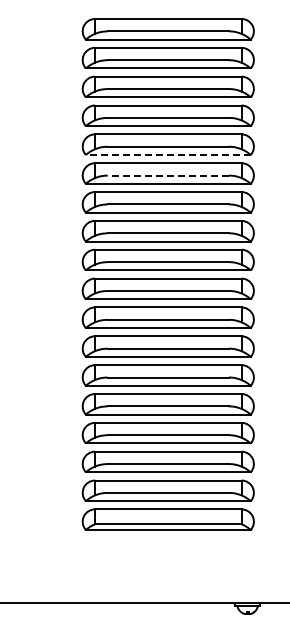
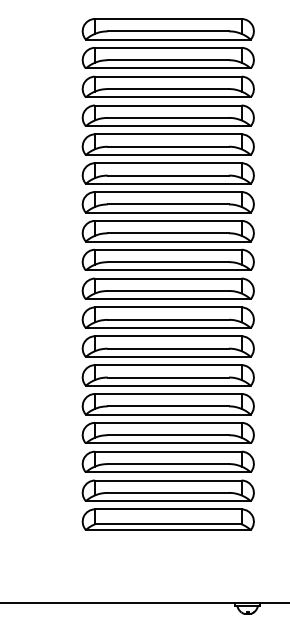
line at (167, 155): dashed -> solid
line at (168, 175): dashed -> solid
